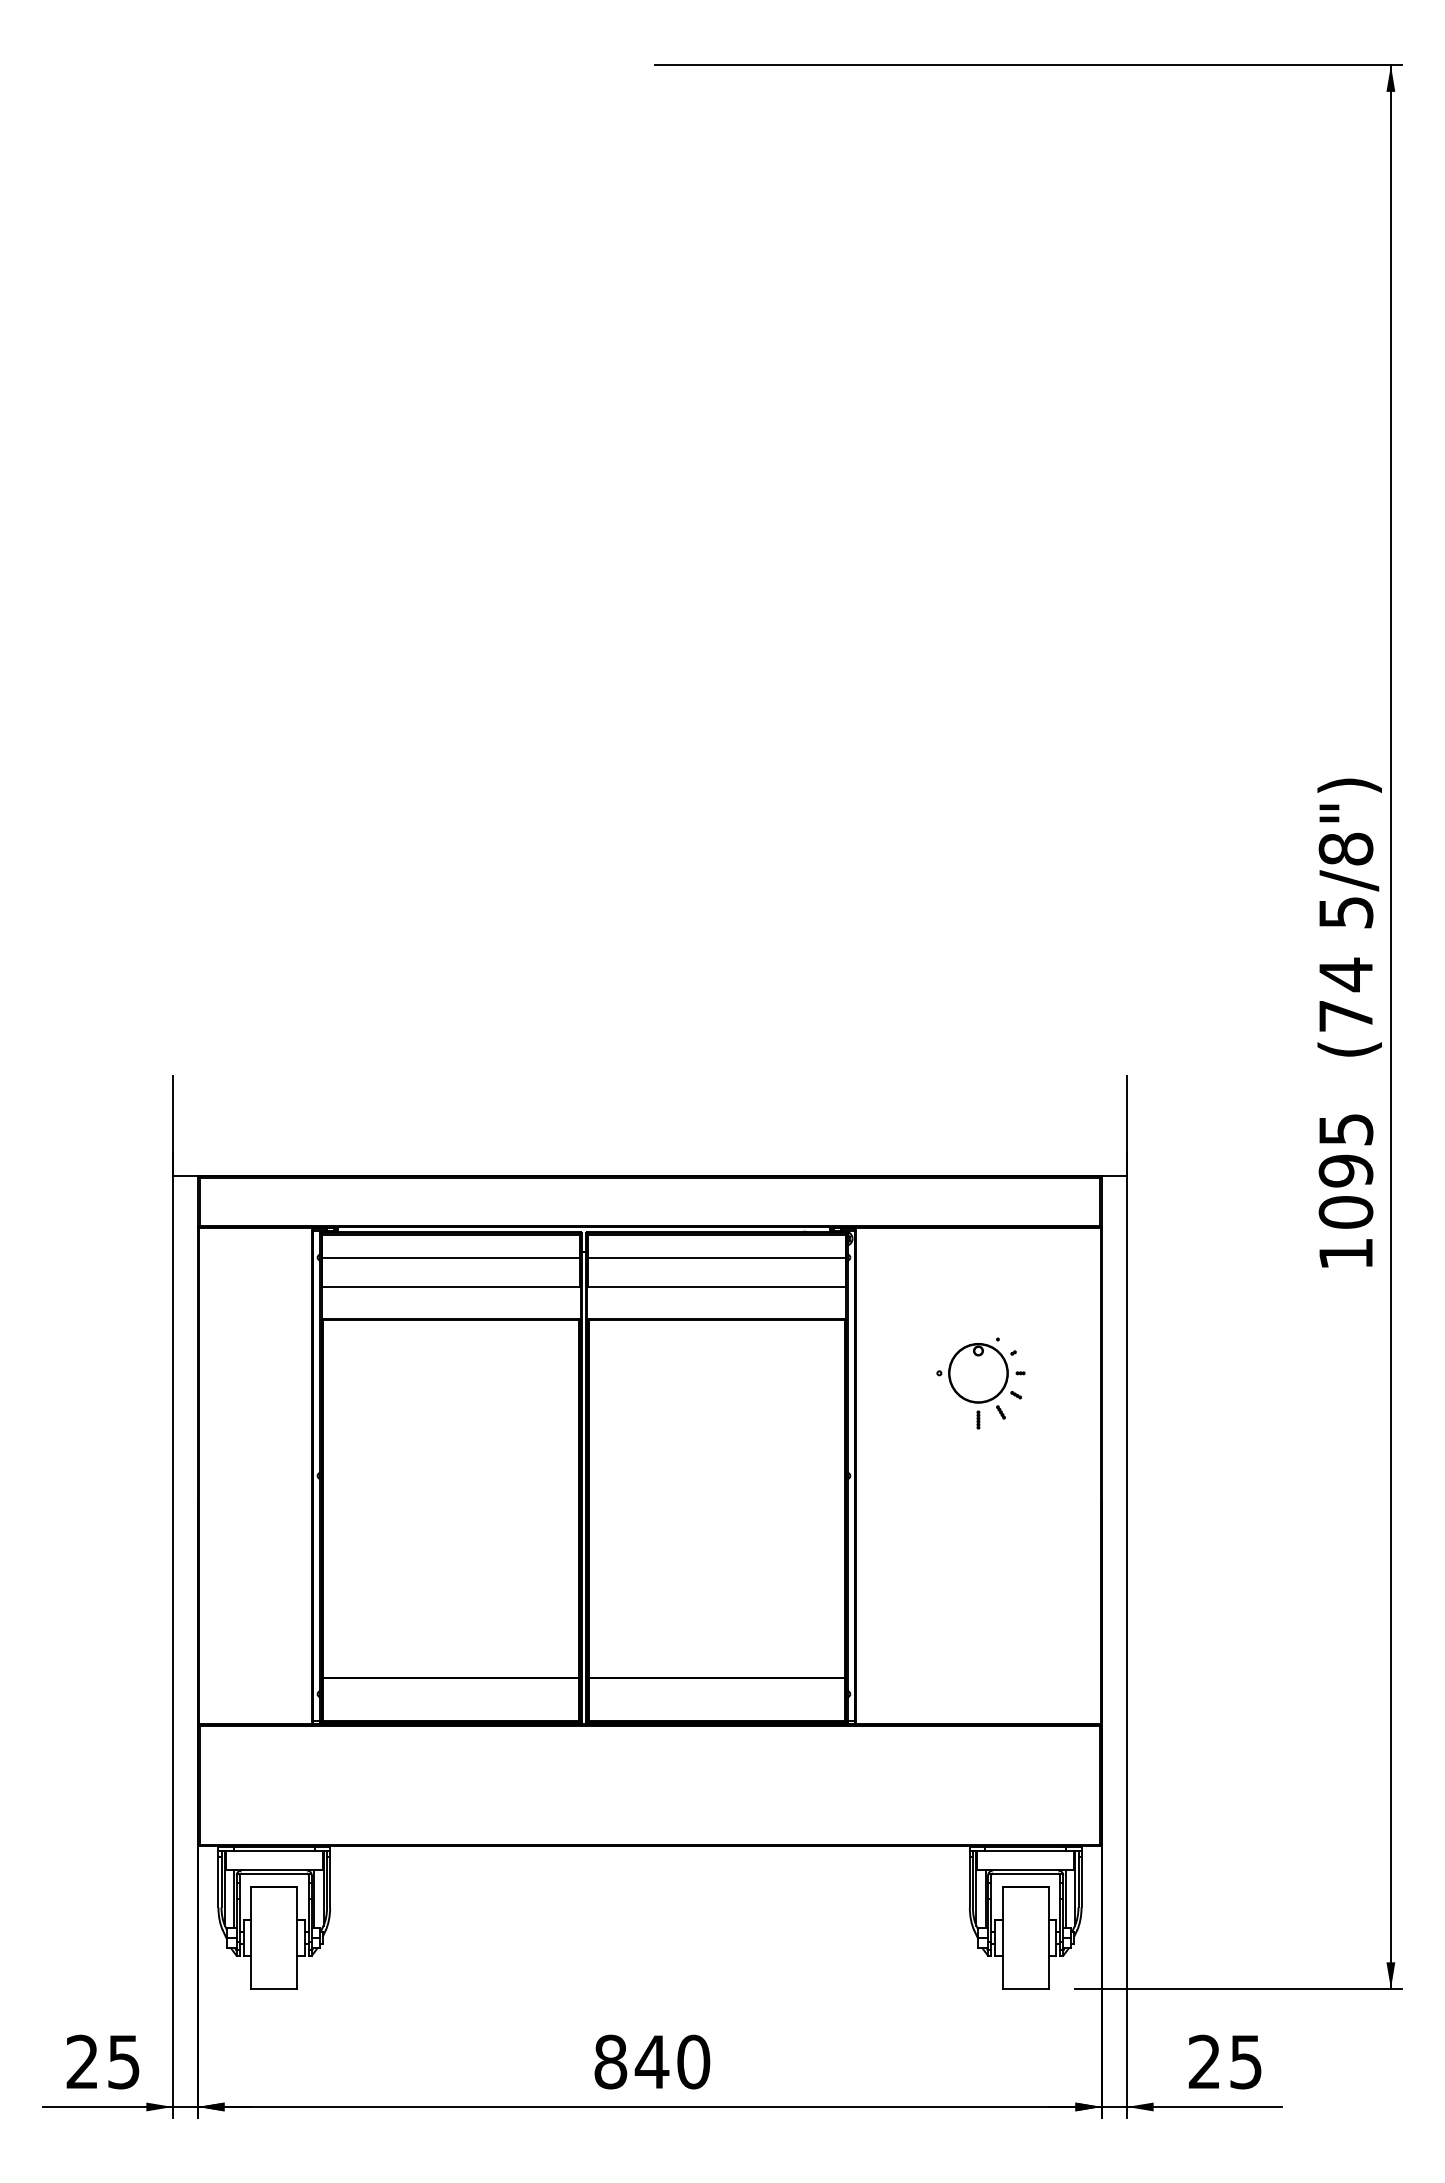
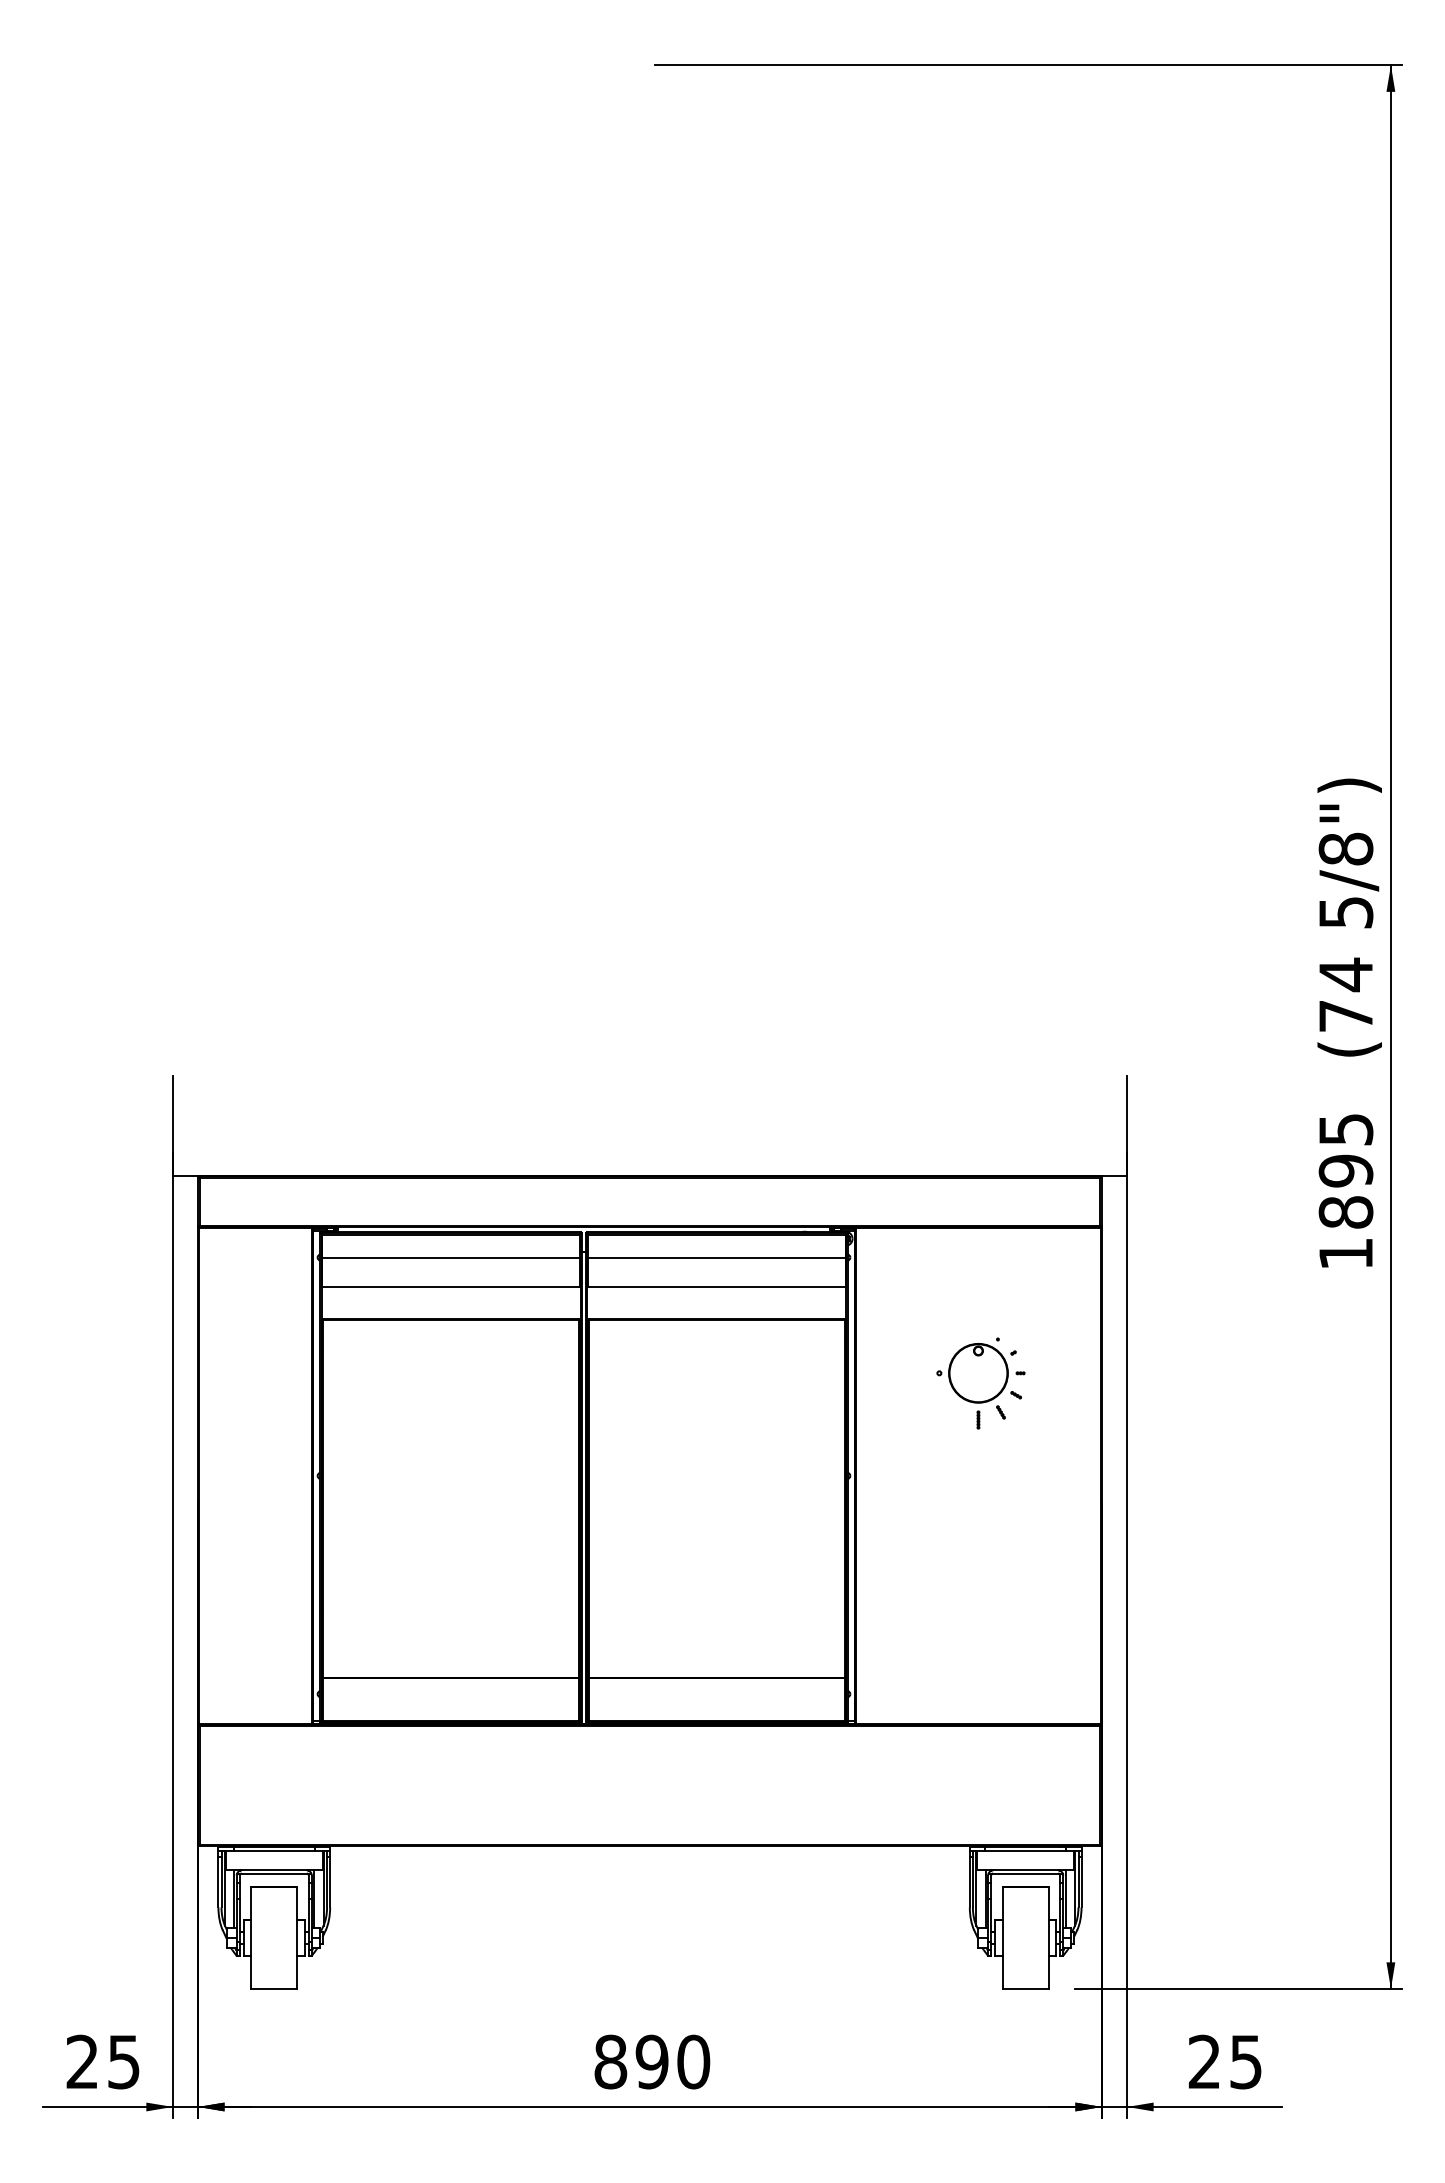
text at (1346, 1212): 1095 -> 1895
text at (651, 2061): 840 -> 890
